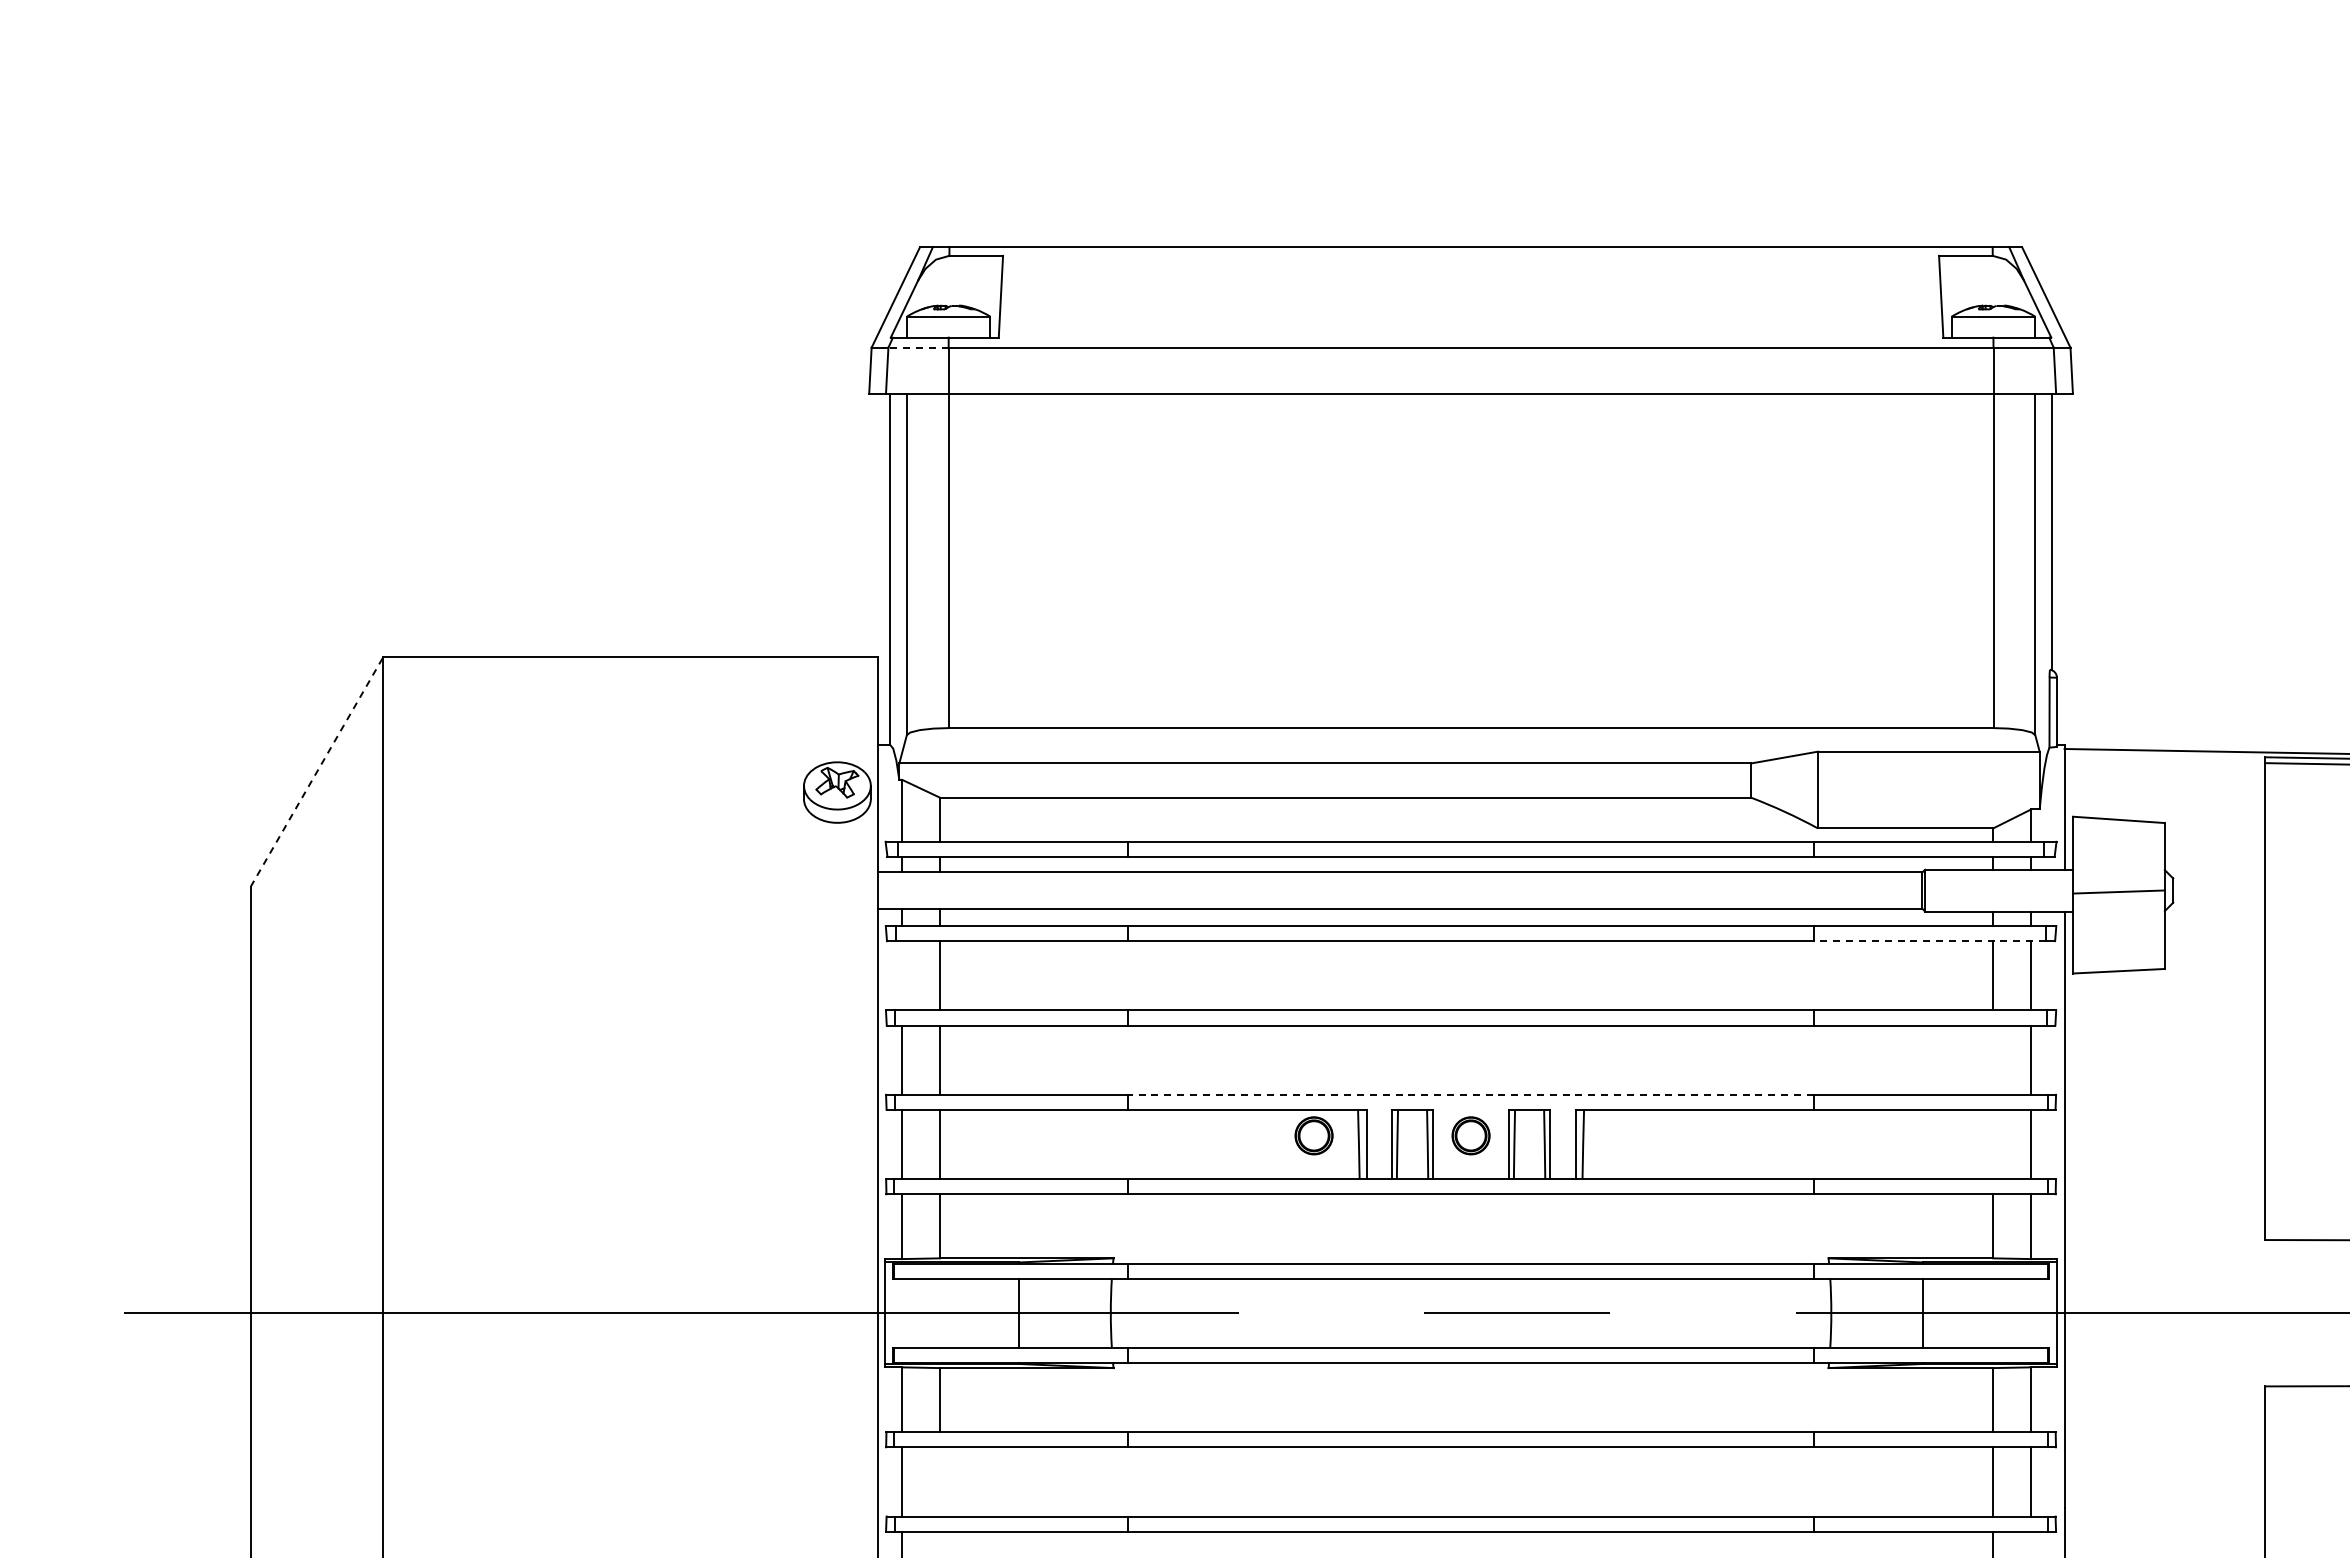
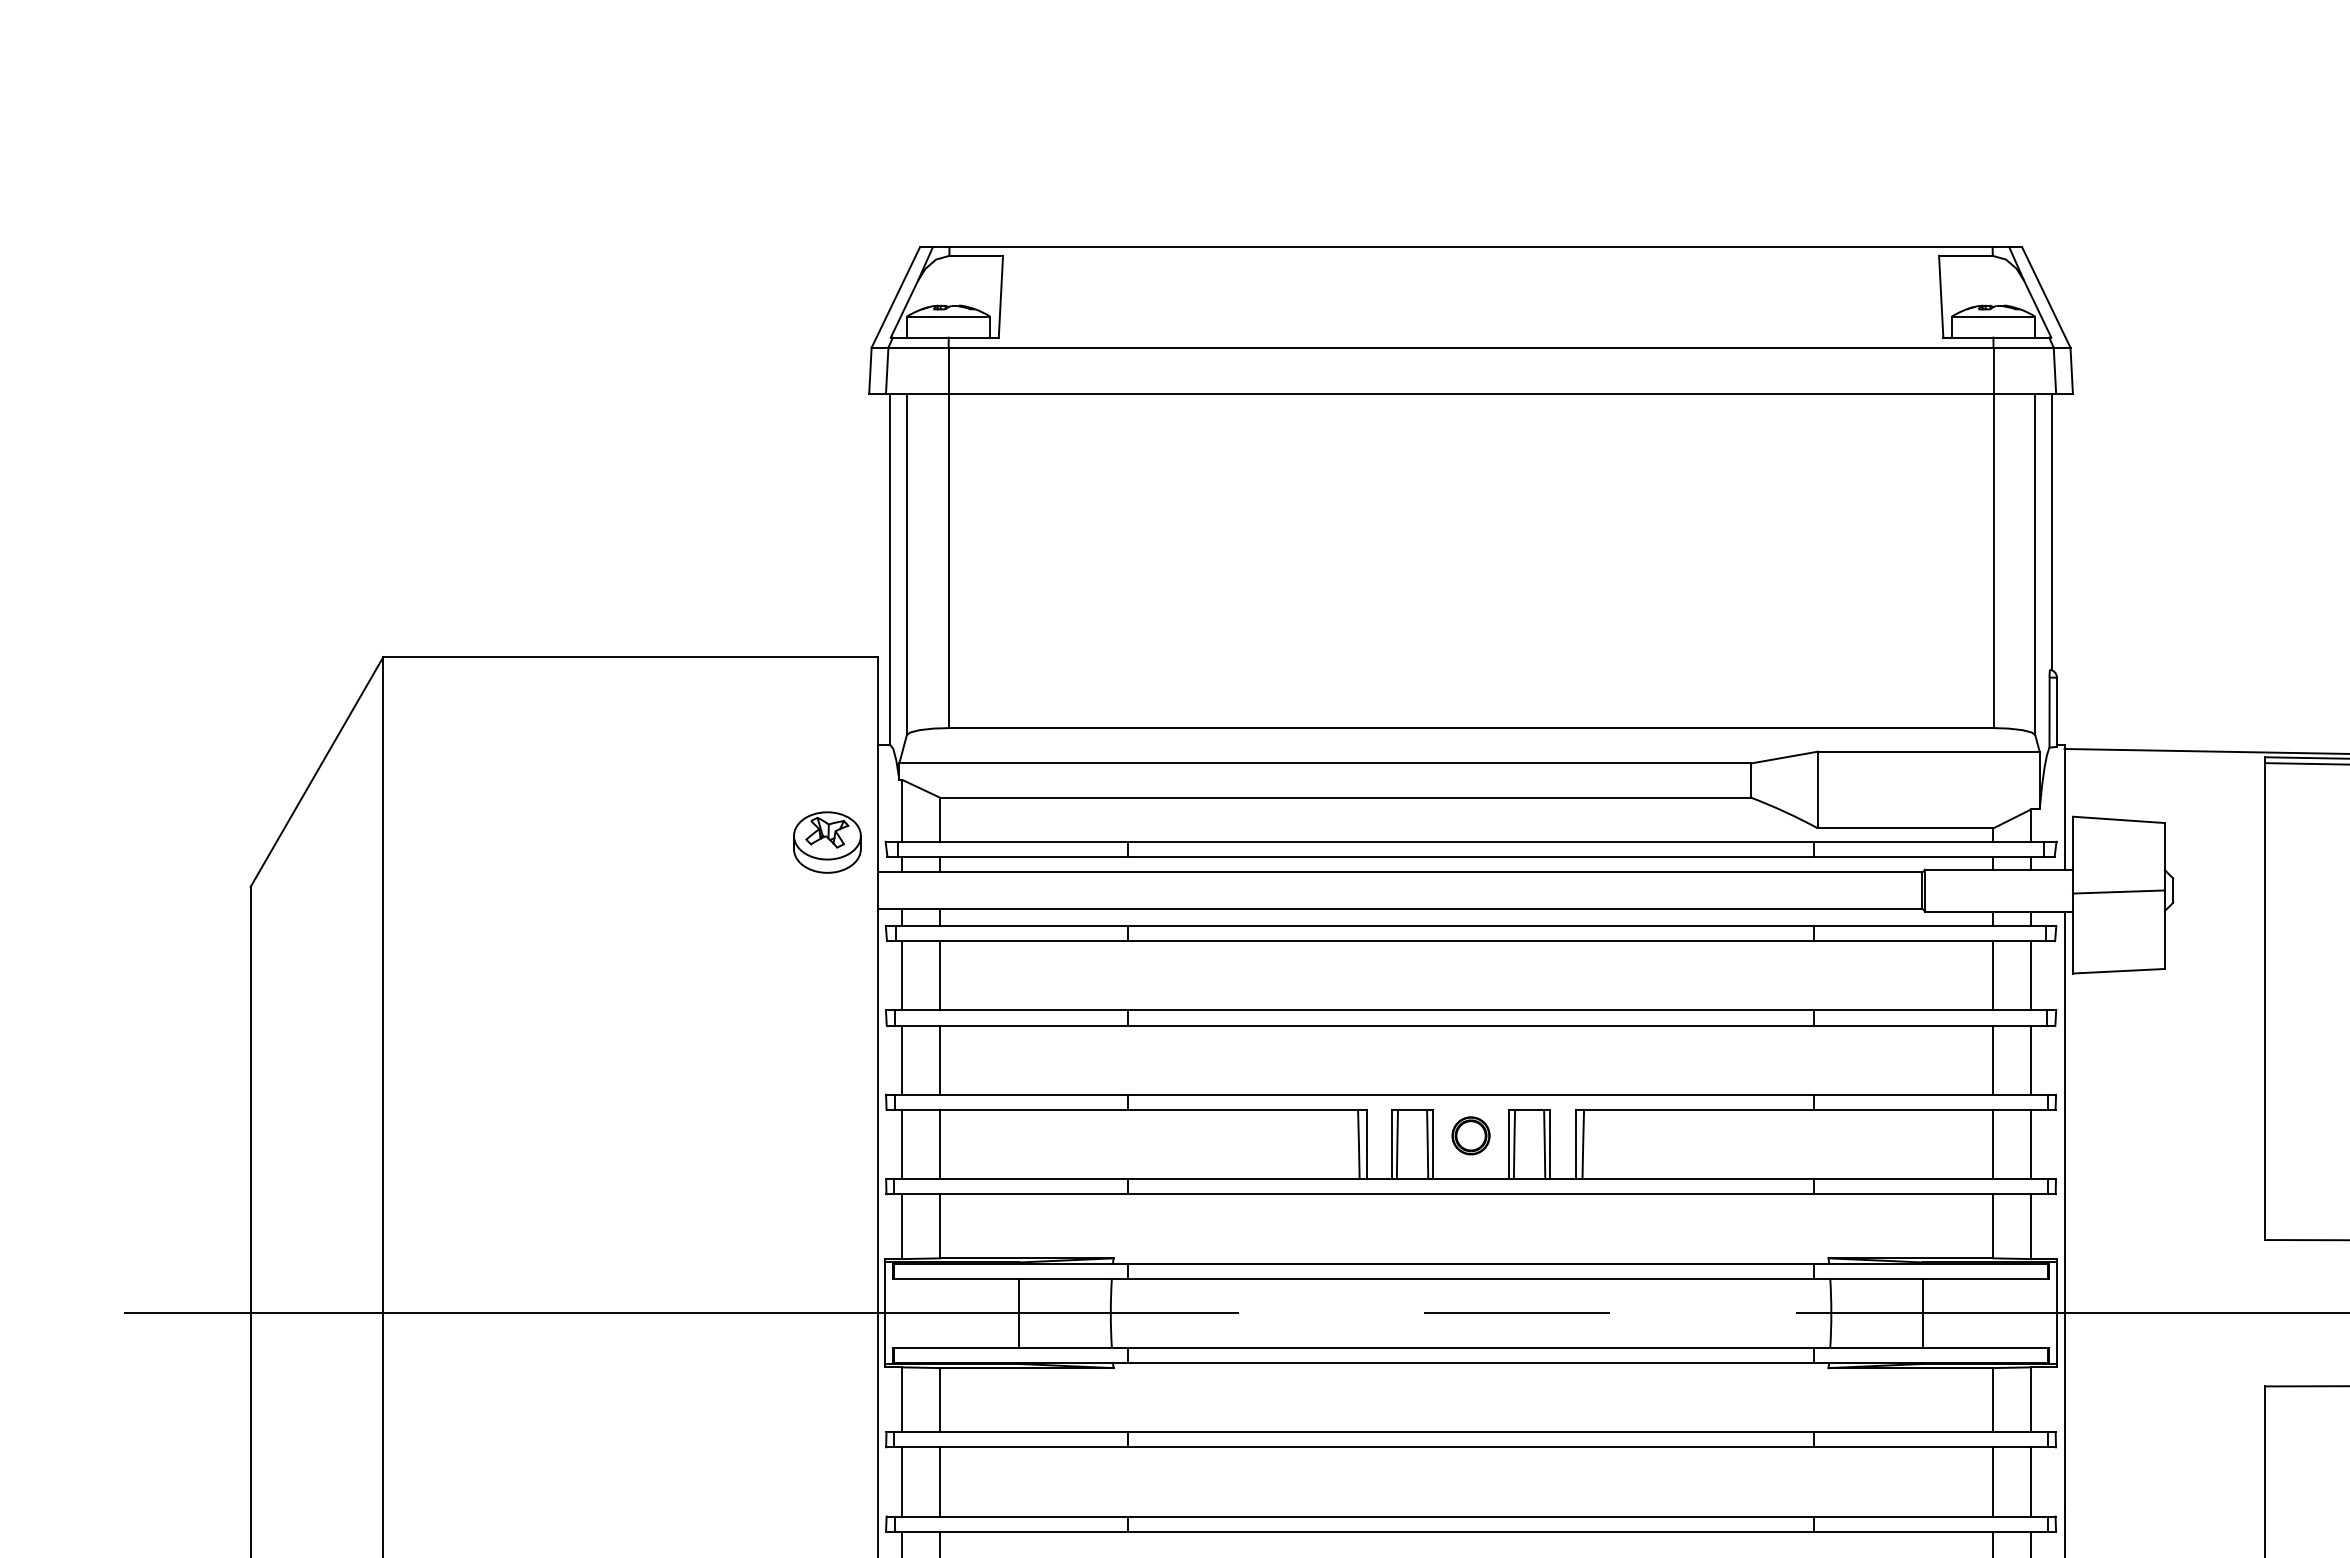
line at (918, 347): dashed -> solid
line at (317, 771): dashed -> solid
part at (837, 792) position: (837, 792) -> (827, 842)
line at (1929, 941): dashed -> solid
line at (902, 975): none -> present
line at (1993, 1059): none -> present
line at (1471, 1094): dashed -> solid
part at (1313, 1135): present -> none
line at (1993, 1144): none -> present
line at (940, 1481): none -> present
line at (940, 1542): none -> present
line at (2031, 1542): none -> present
